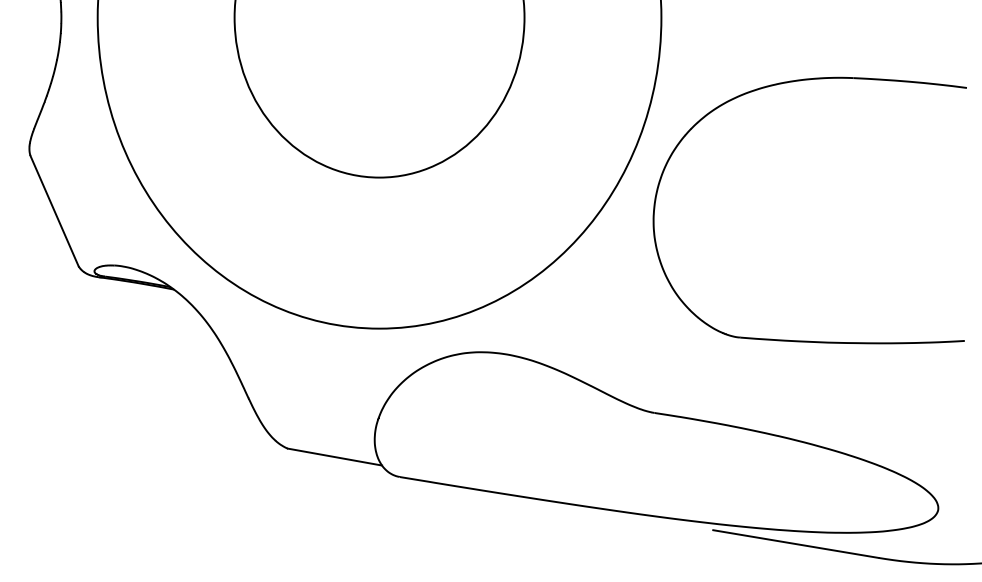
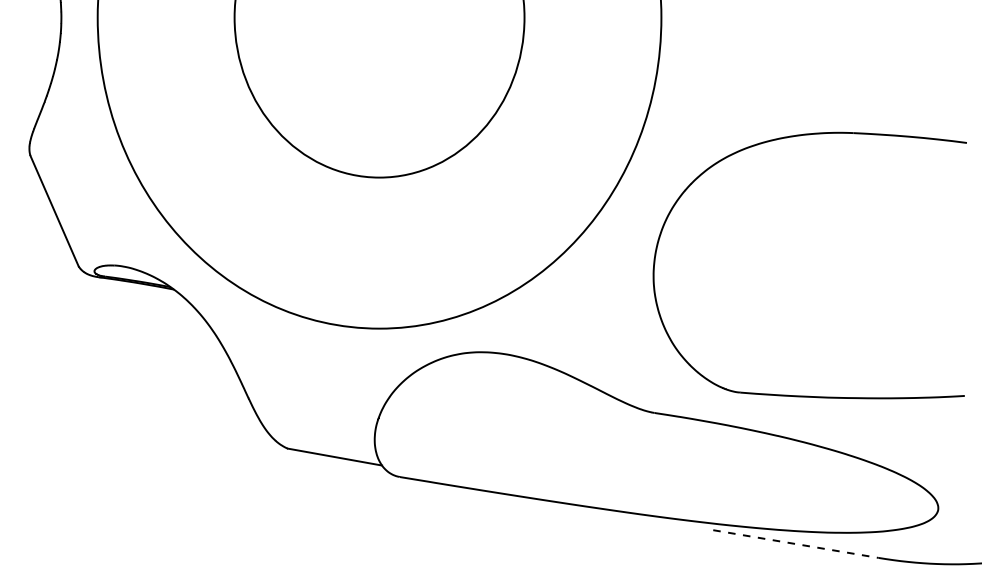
part at (787, 83) position: (787, 83) -> (787, 138)
line at (795, 544): solid -> dashed
